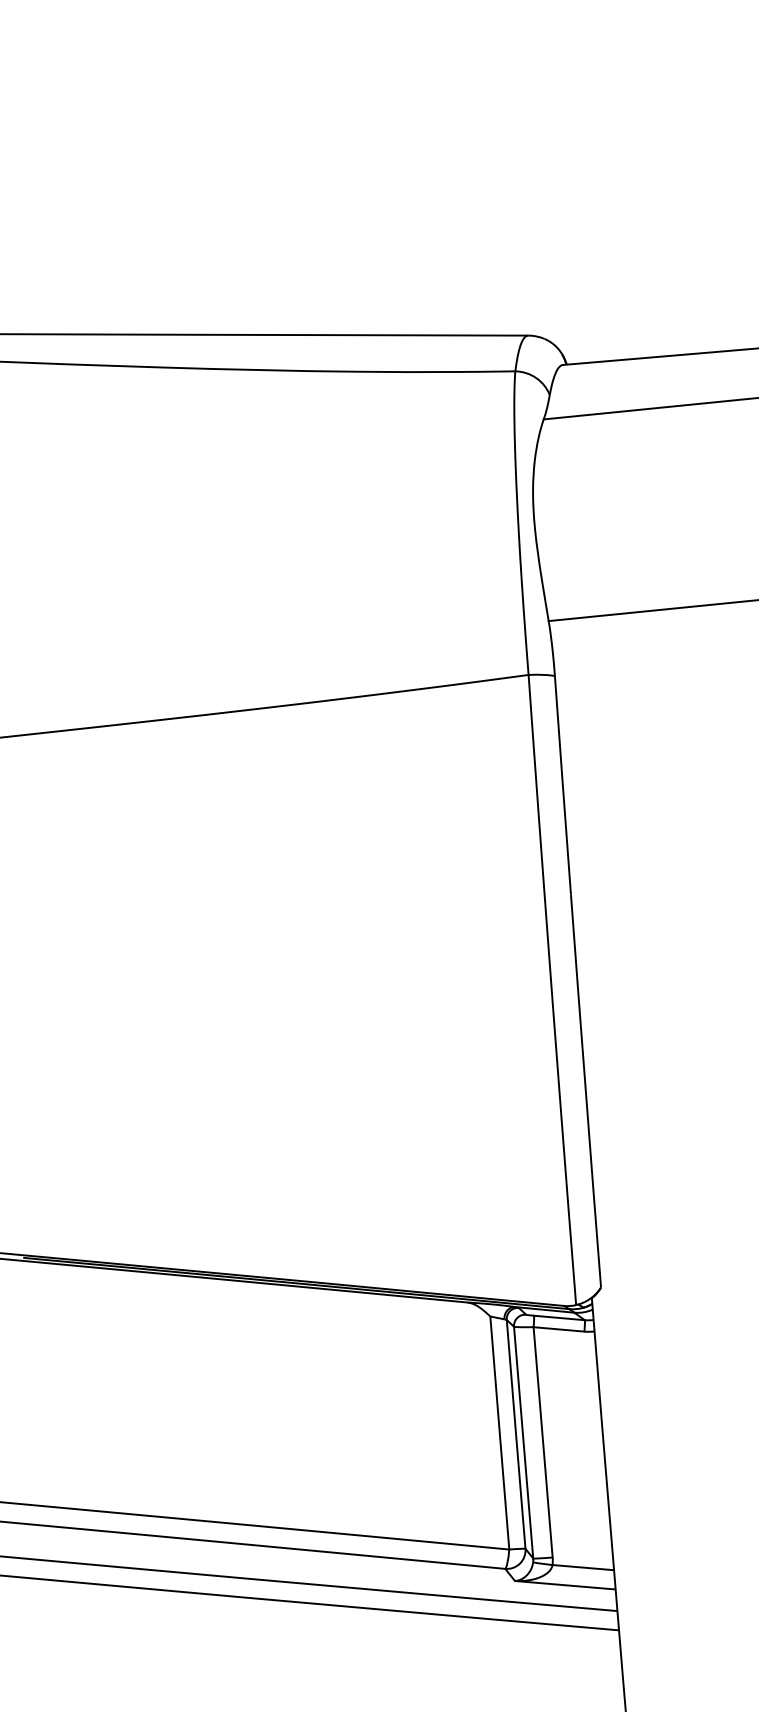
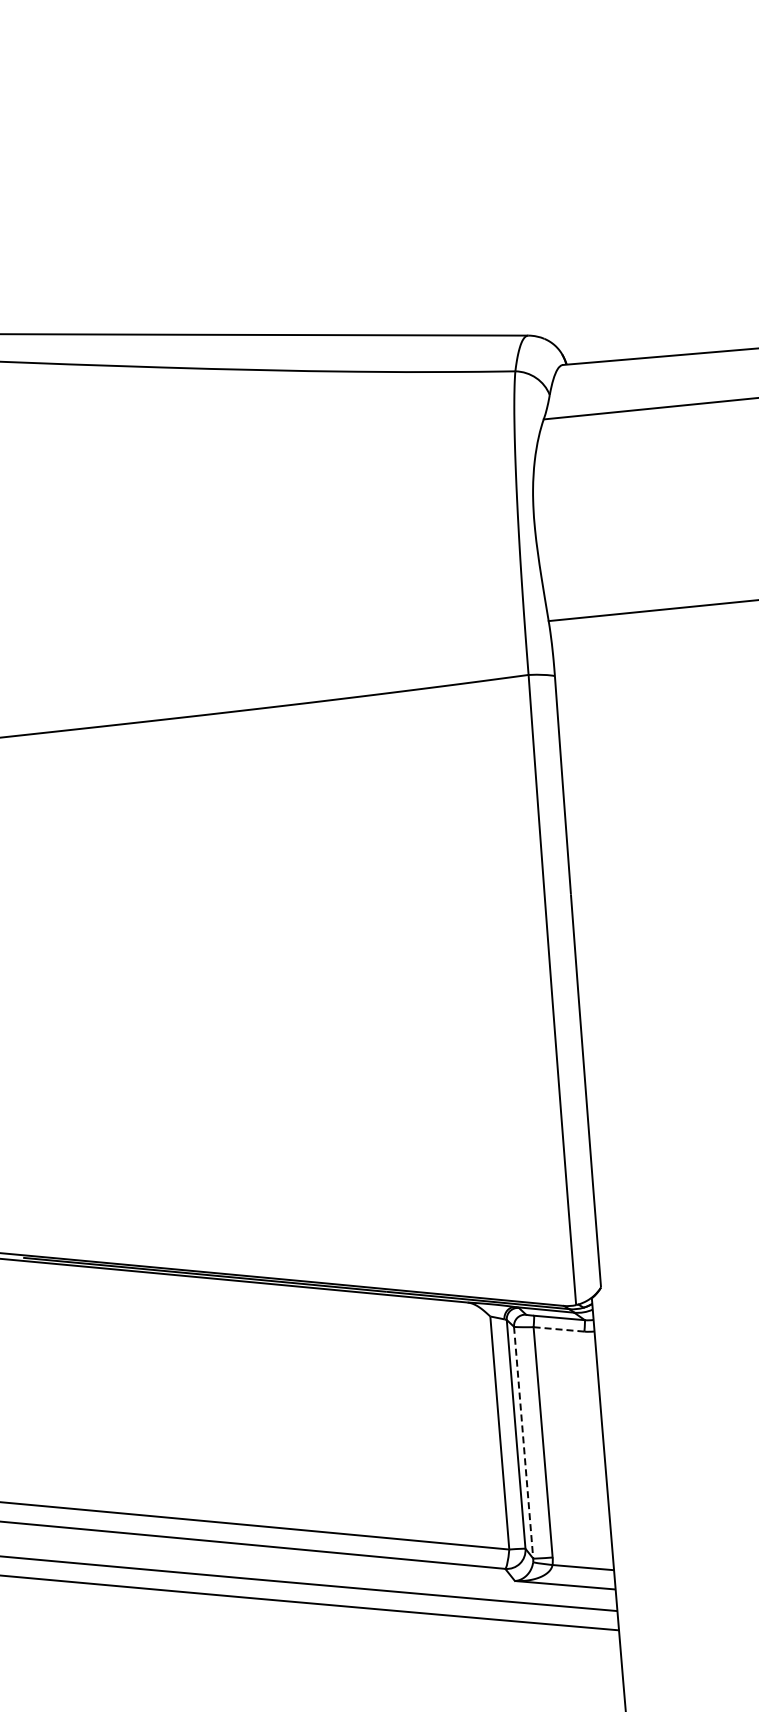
line at (559, 1329): solid -> dashed
line at (523, 1443): solid -> dashed
